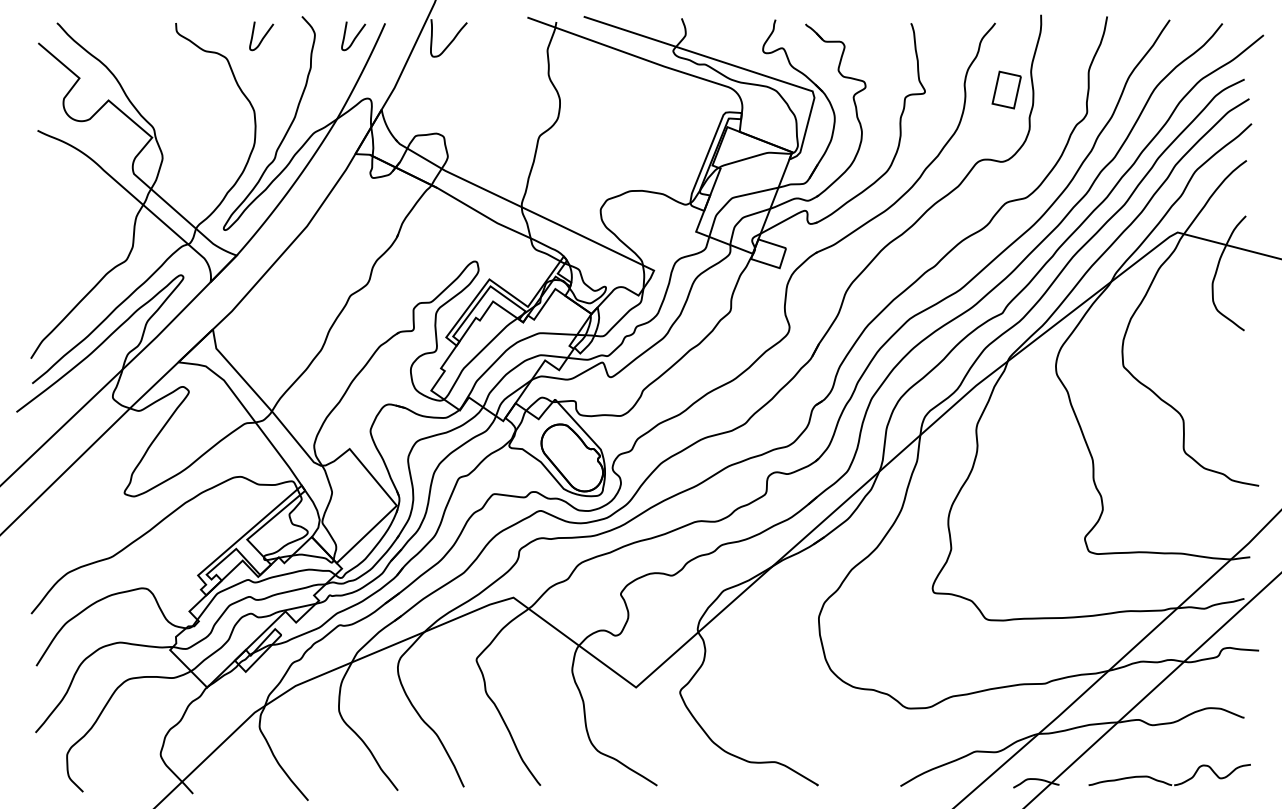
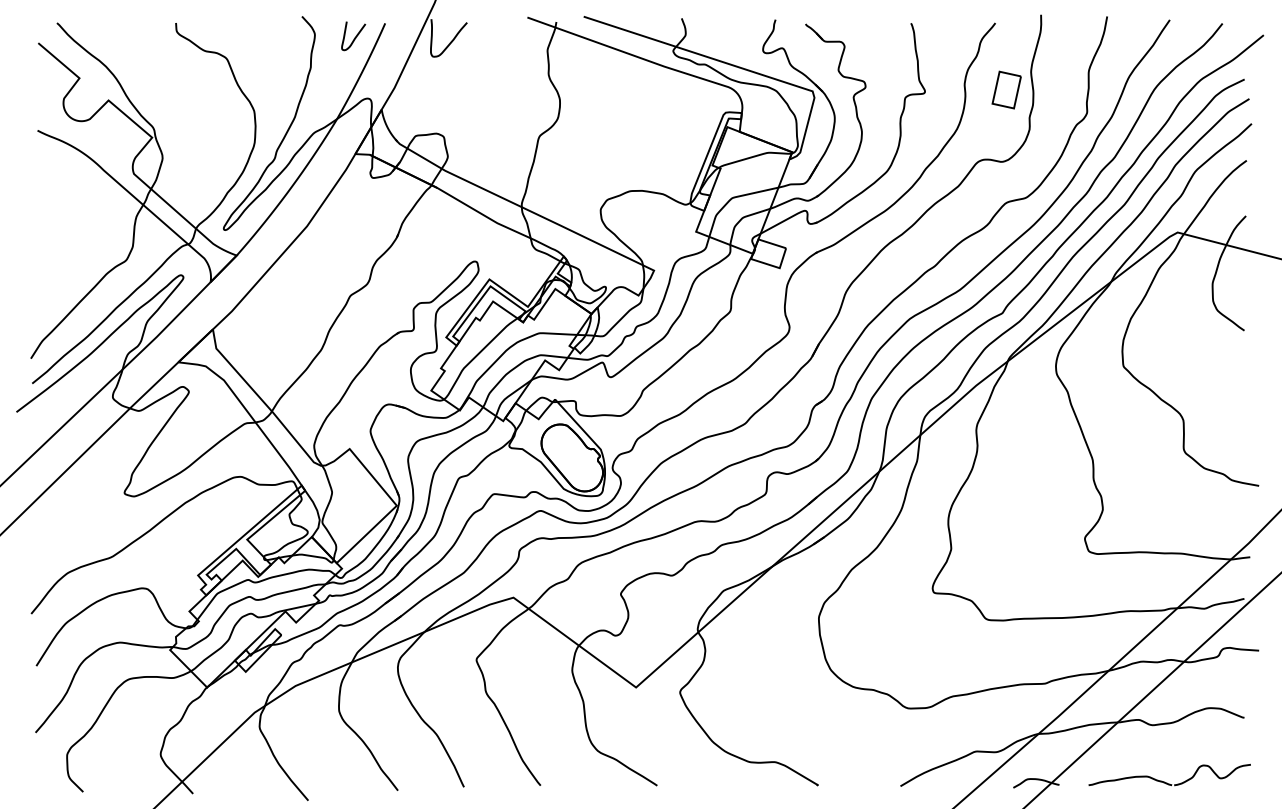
curve at (262, 37): present -> none
